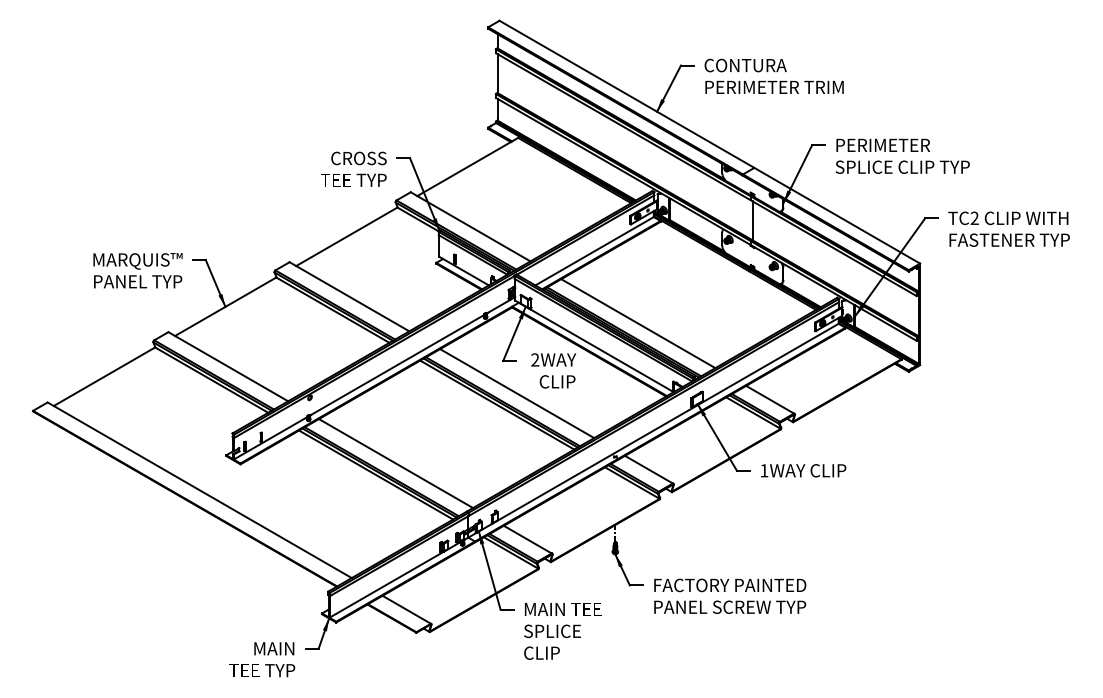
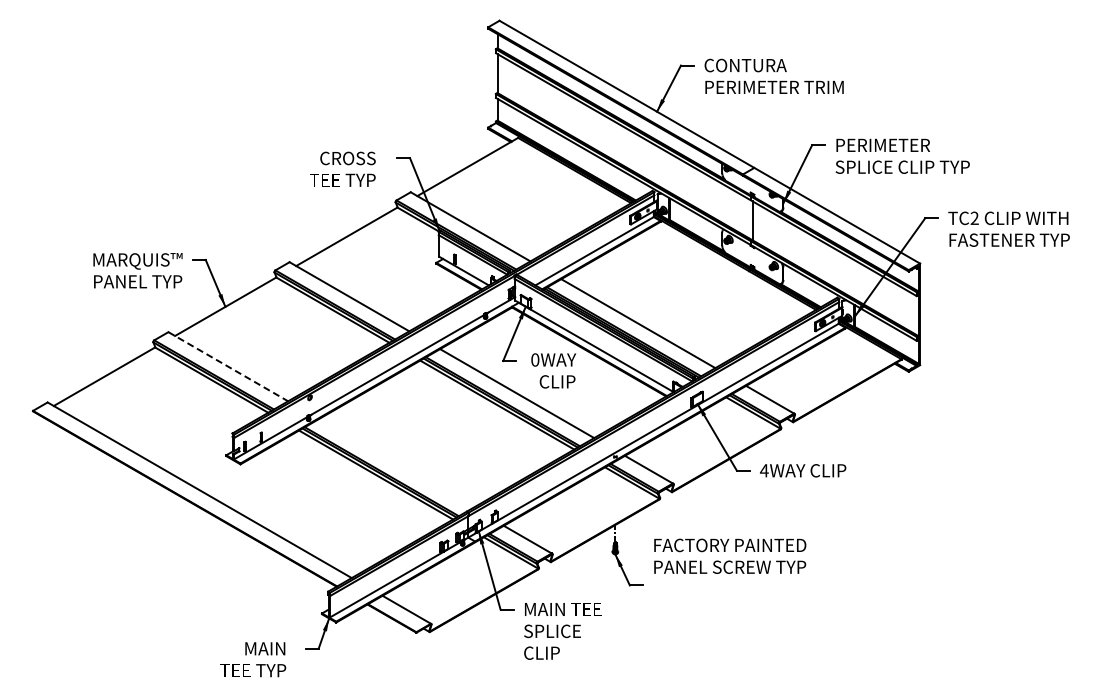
text at (353, 168) position: (353, 168) -> (342, 168)
text at (535, 359): 2WAY -> 0WAY
line at (228, 366): solid -> dashed
line at (395, 463): present -> none
text at (764, 470): 1WAY -> 4WAY
text at (730, 595) position: (730, 595) -> (730, 555)
text at (262, 659) position: (262, 659) -> (253, 659)
